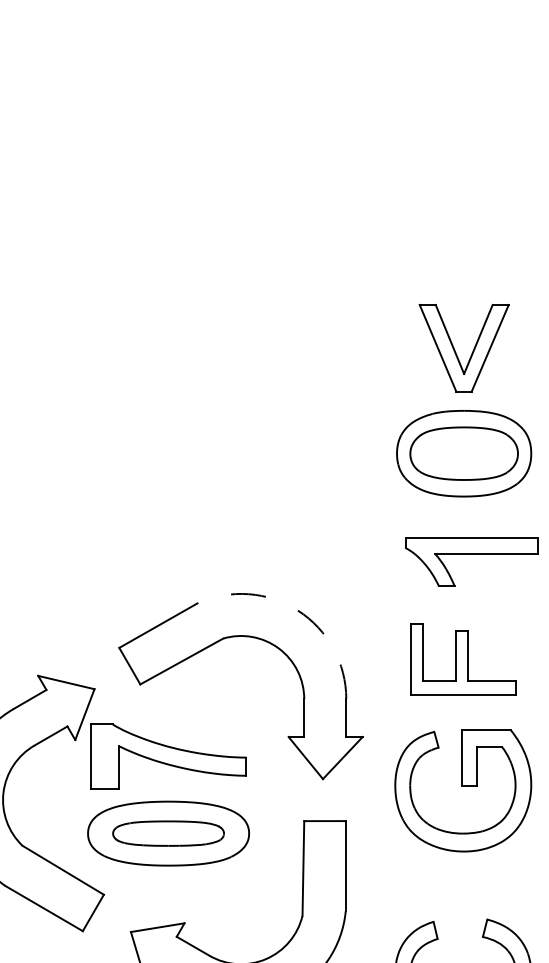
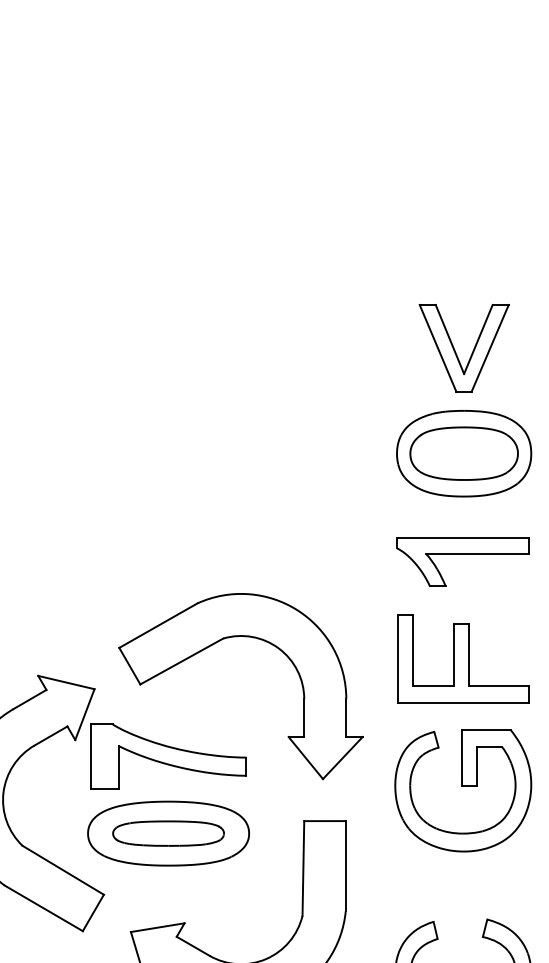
part at (471, 554) position: (471, 554) -> (462, 554)
arc at (298, 610): dashed -> solid
part at (463, 659) size: 107x73 px -> 133x90 px
